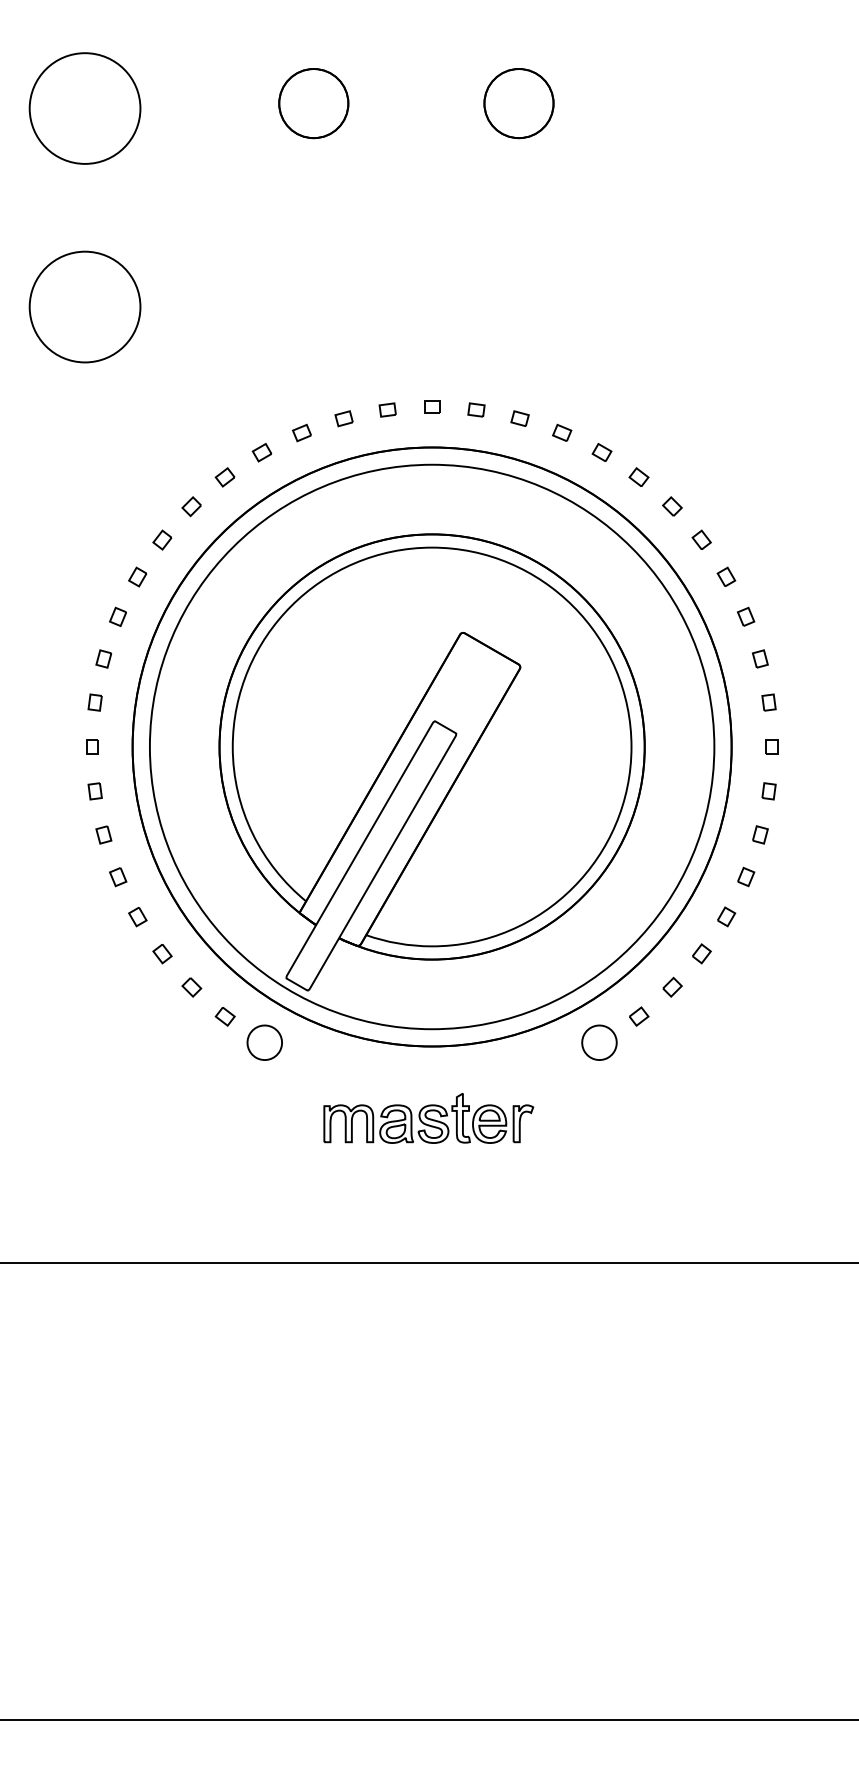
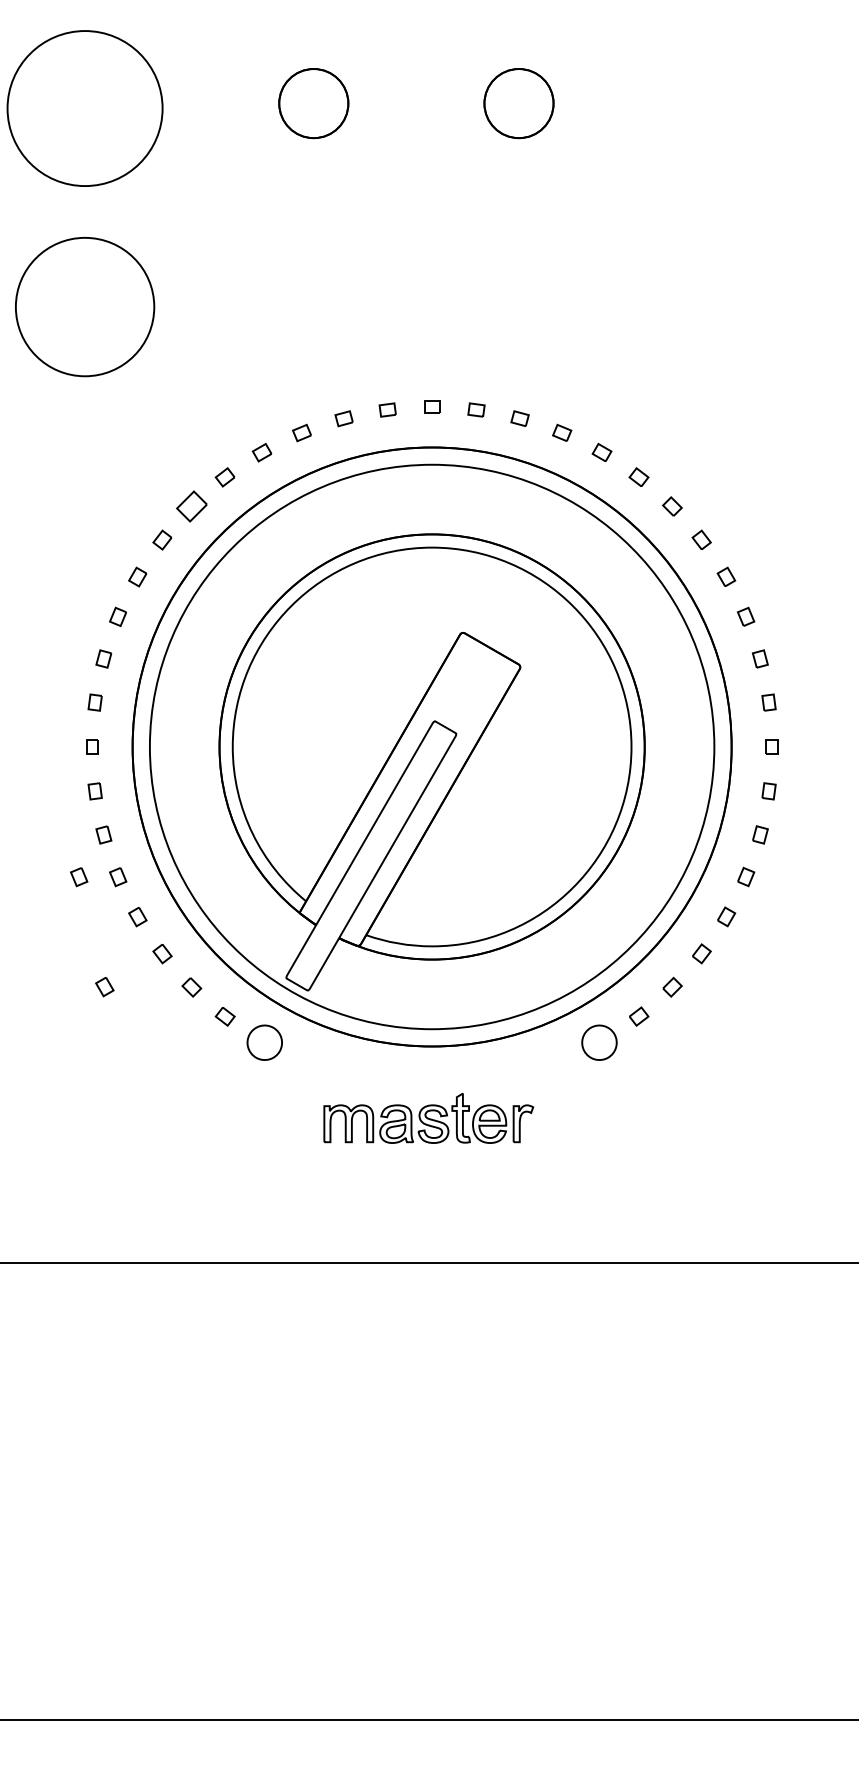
circle at (84, 108) diameter: 111 px -> 155 px
circle at (84, 306) diameter: 111 px -> 138 px
part at (191, 506) size: 21x22 px -> 32x33 px
part at (79, 877): none -> present
part at (104, 987): none -> present
